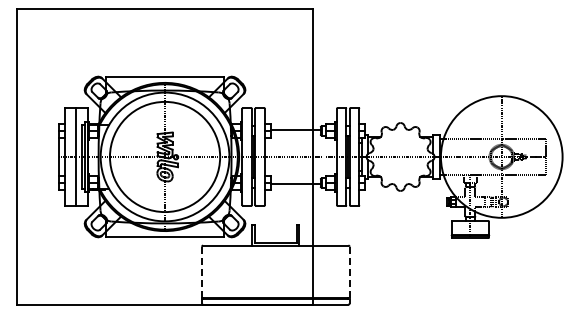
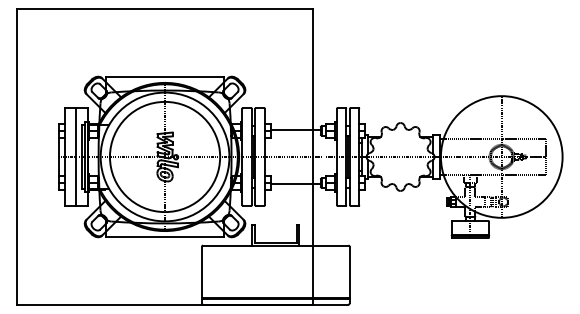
line at (201, 272): dashed -> solid
line at (349, 272): dashed -> solid
